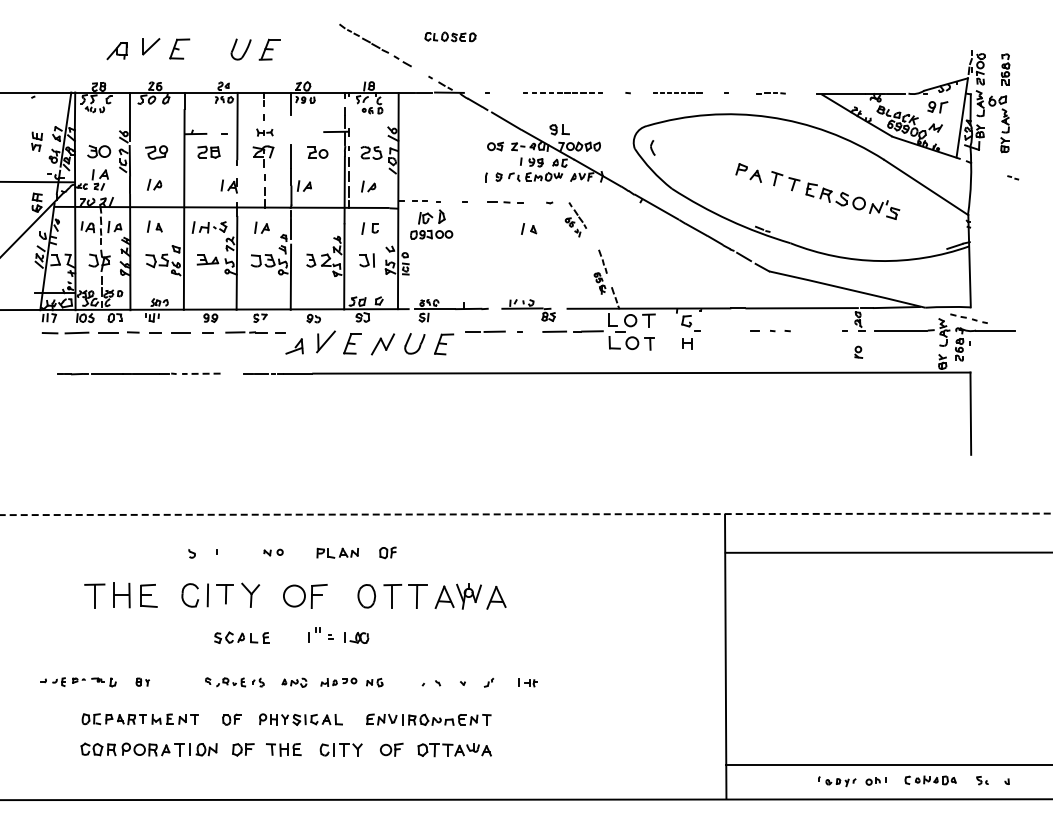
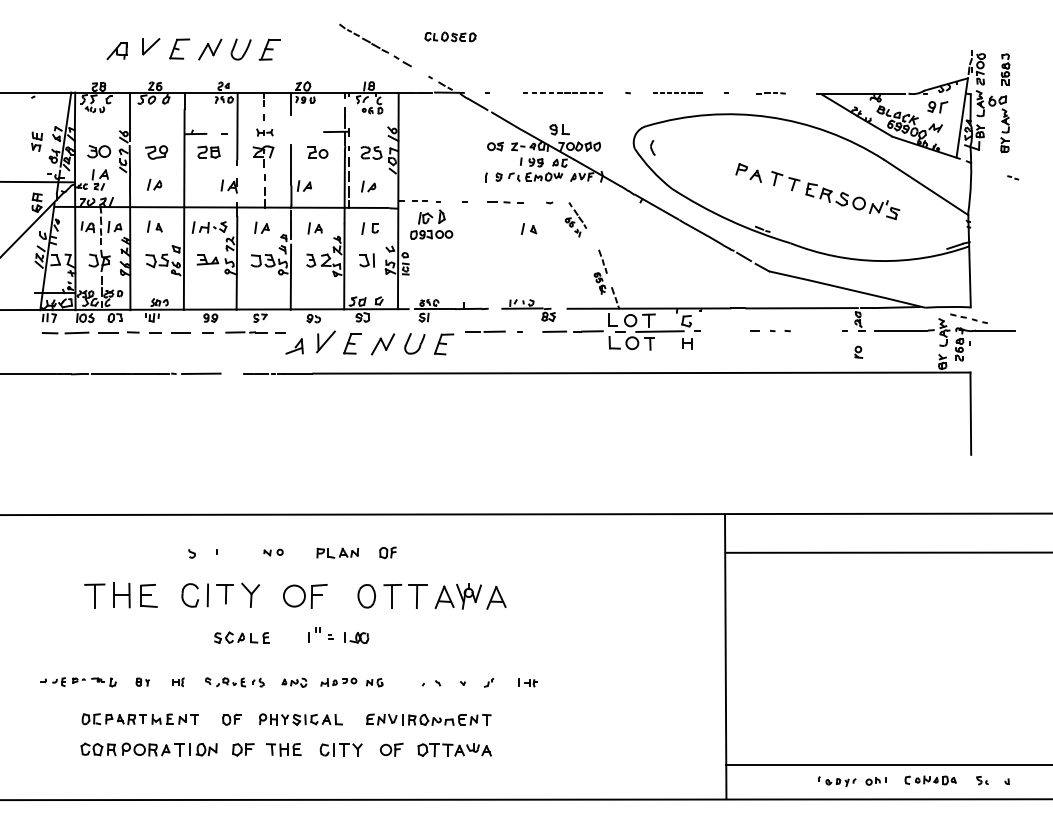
part at (210, 49): none -> present
part at (314, 228): none -> present
line at (659, 331): none -> present
line at (200, 373): dashed -> solid
line at (28, 374): none -> present
line at (526, 514): dashed -> solid
part at (178, 681): none -> present
